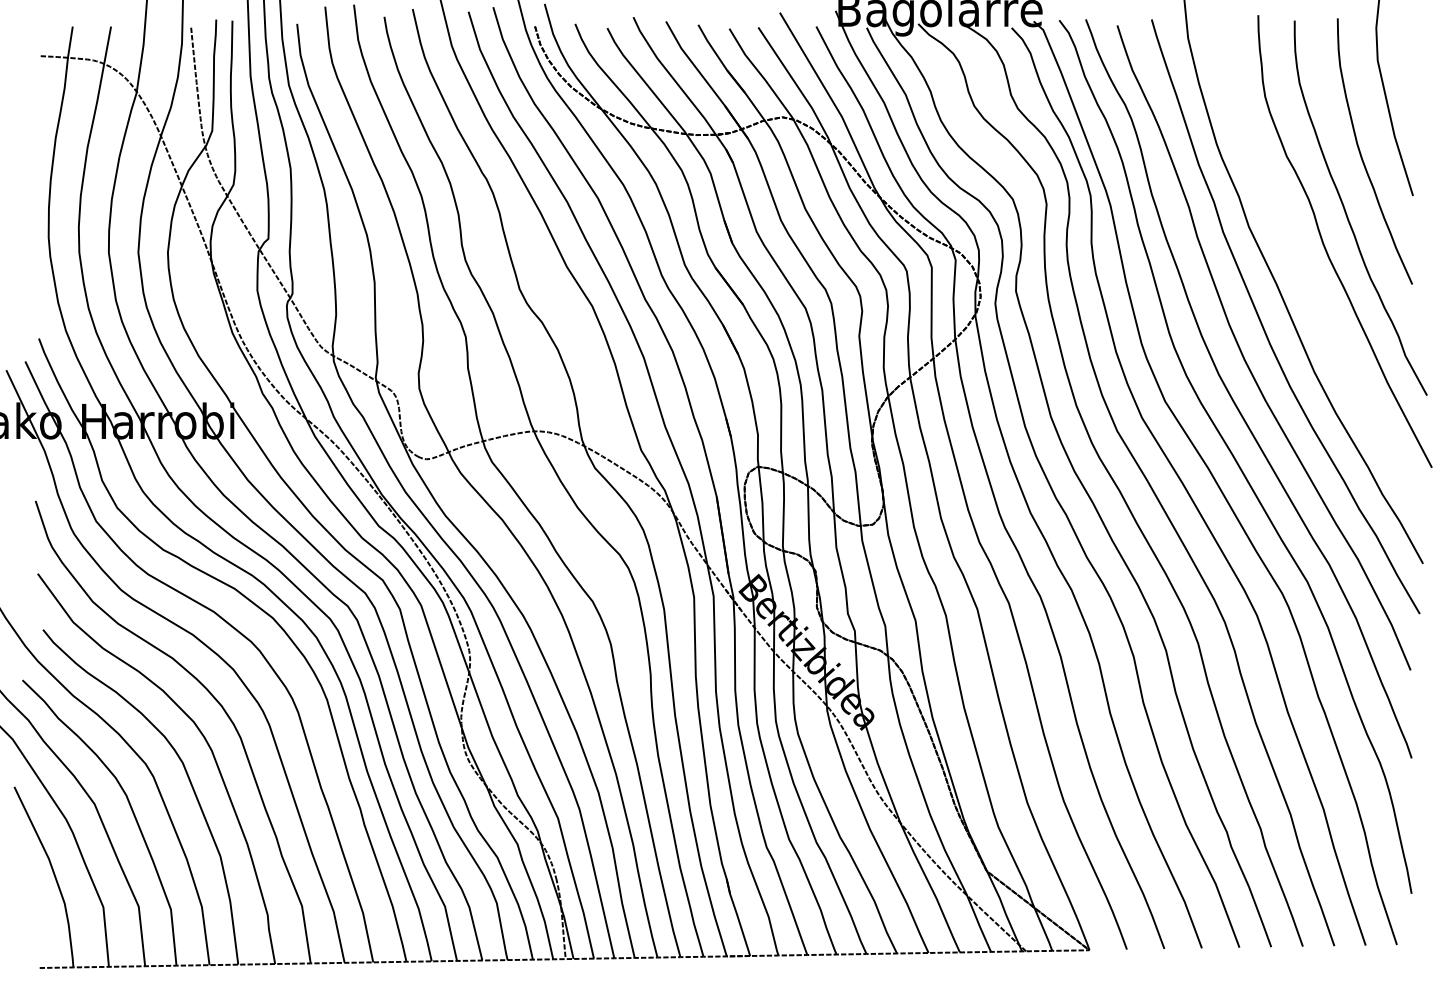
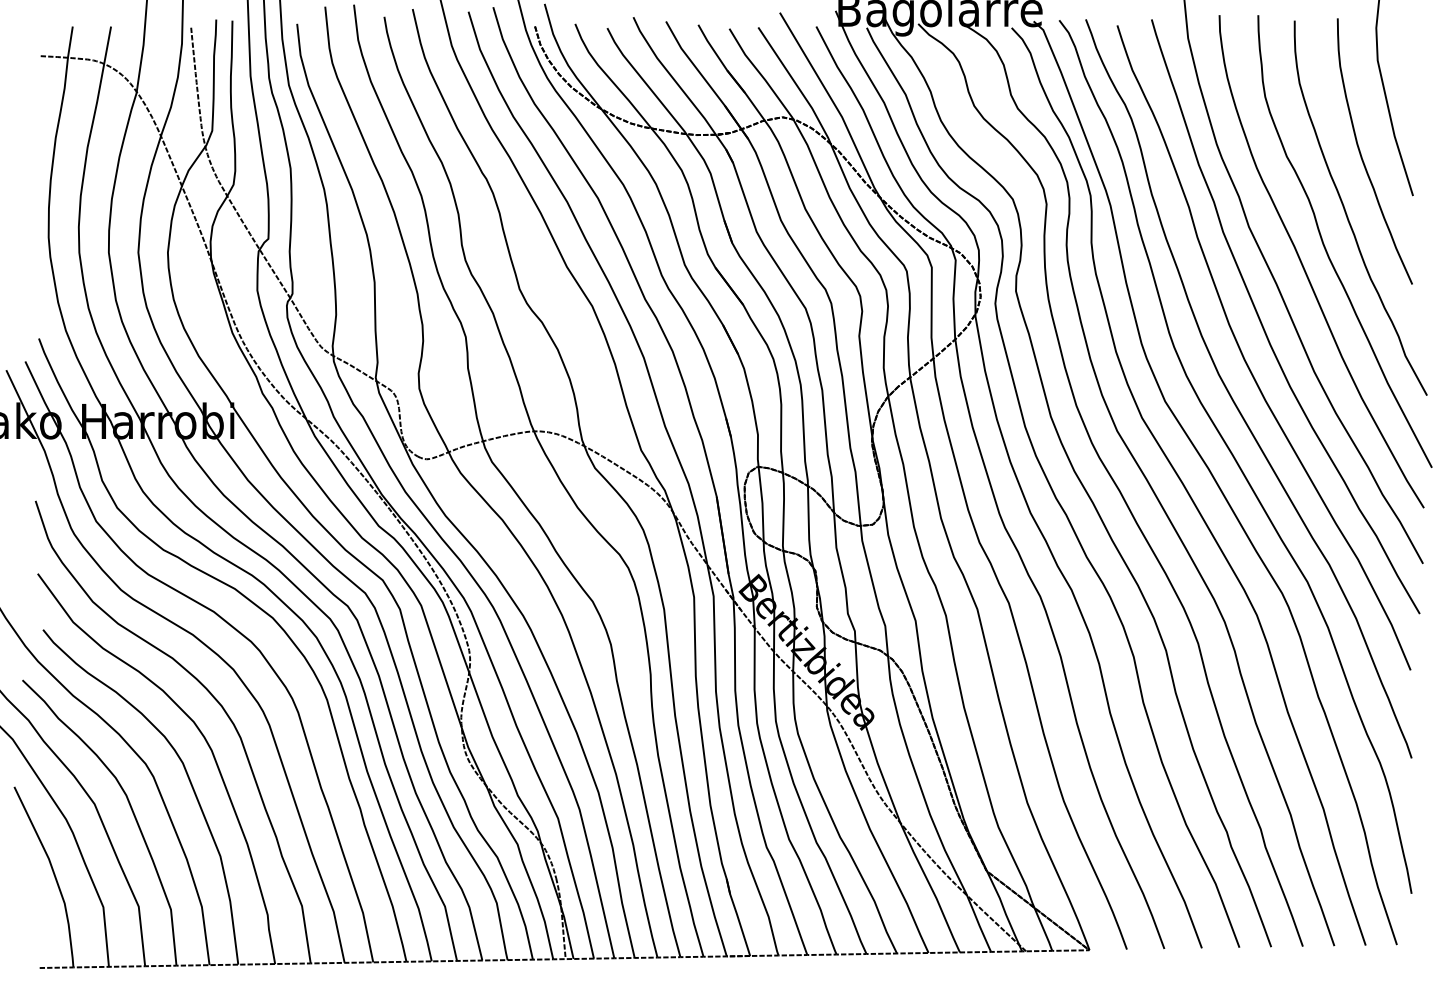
curve at (1305, 269): none -> present
